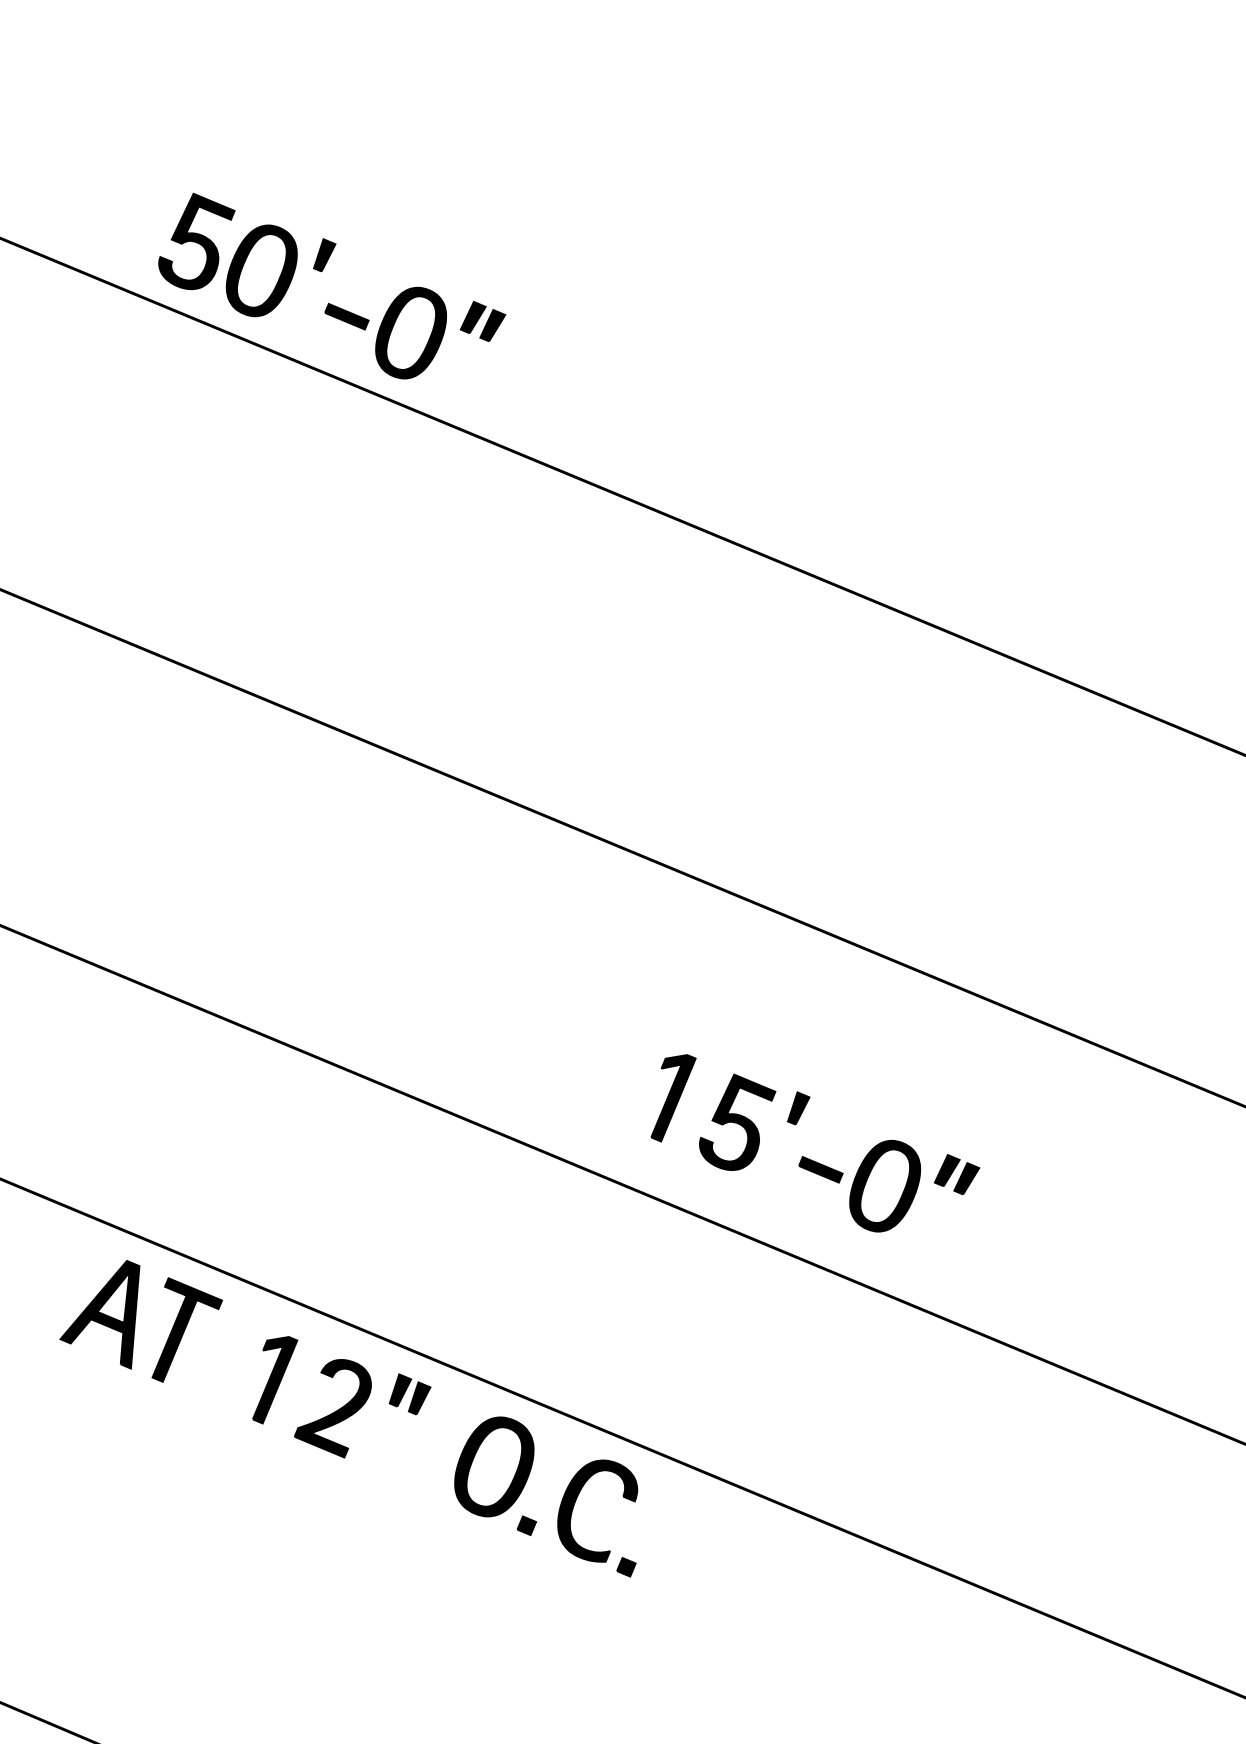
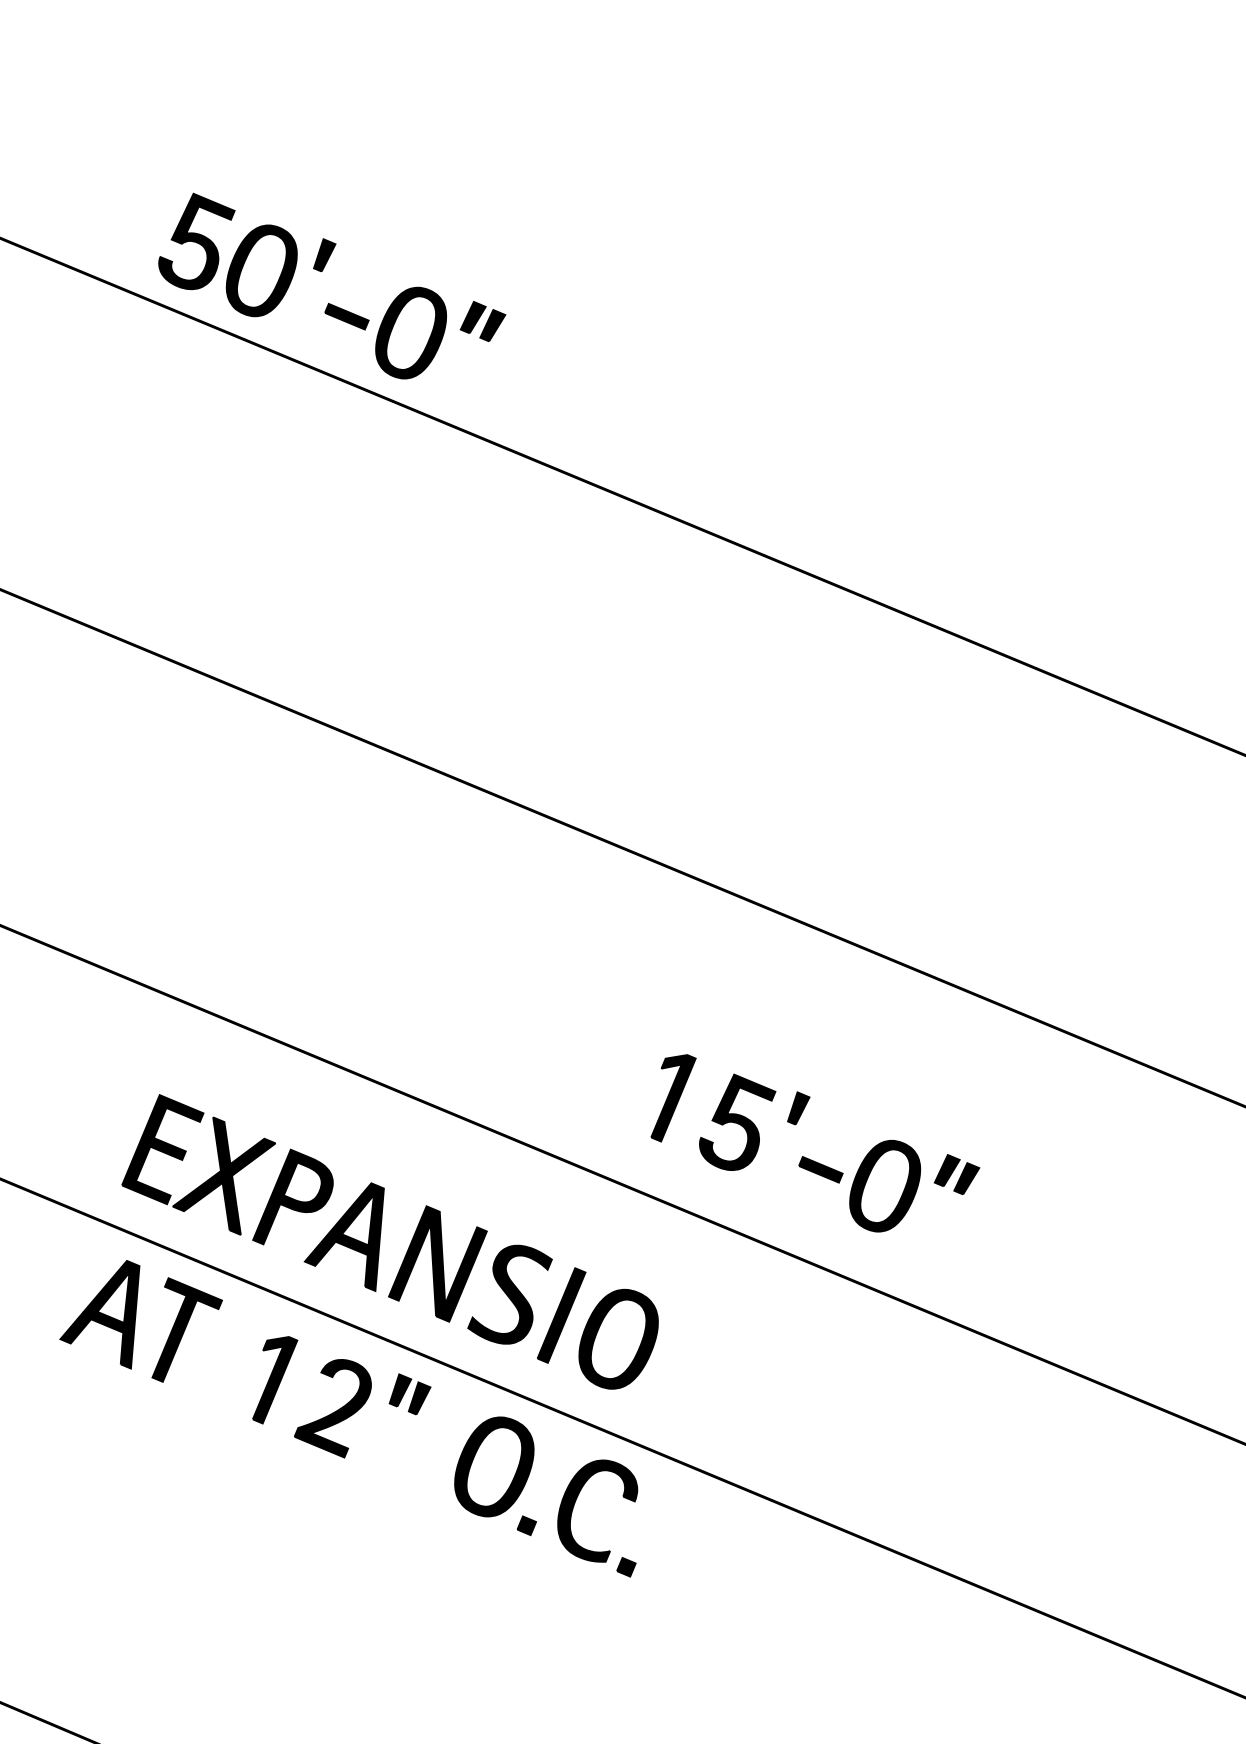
part at (380, 1241): none -> present
